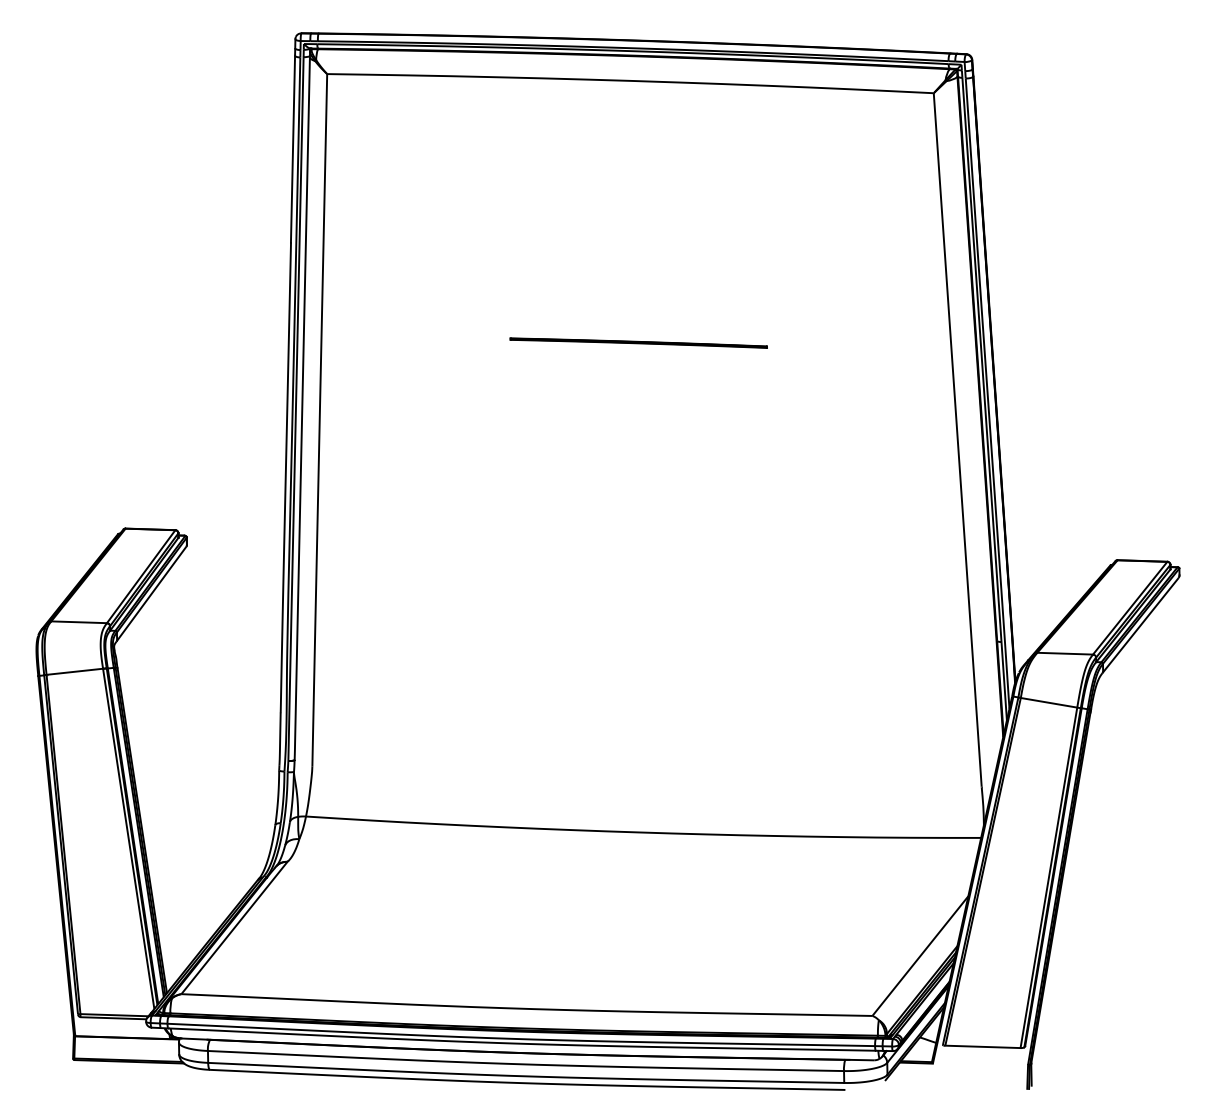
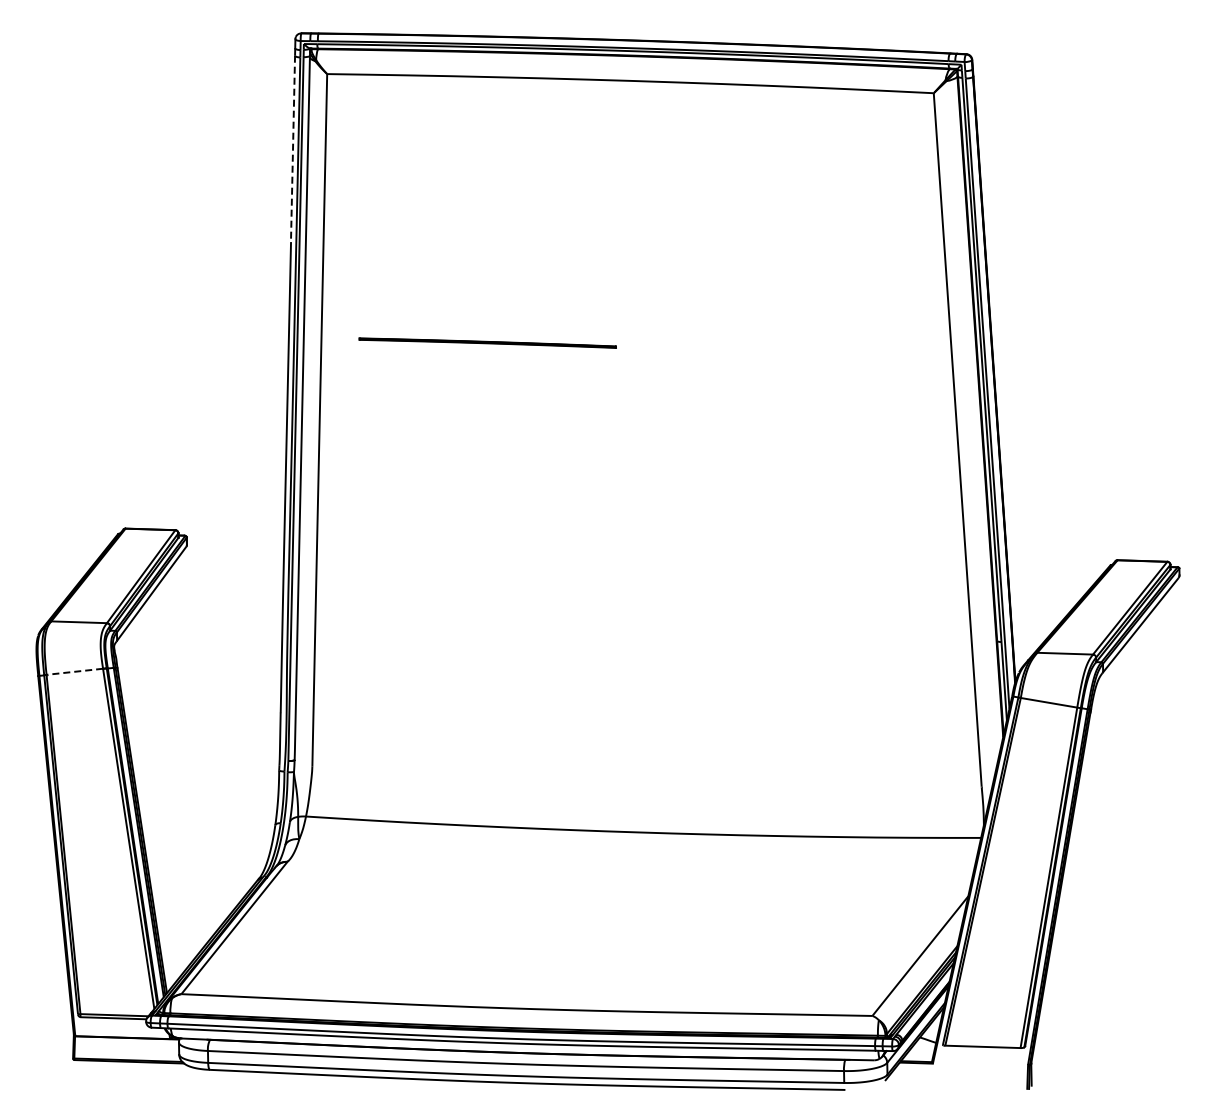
line at (293, 149): solid -> dashed
part at (638, 342) position: (638, 342) -> (487, 342)
line at (74, 671): solid -> dashed
